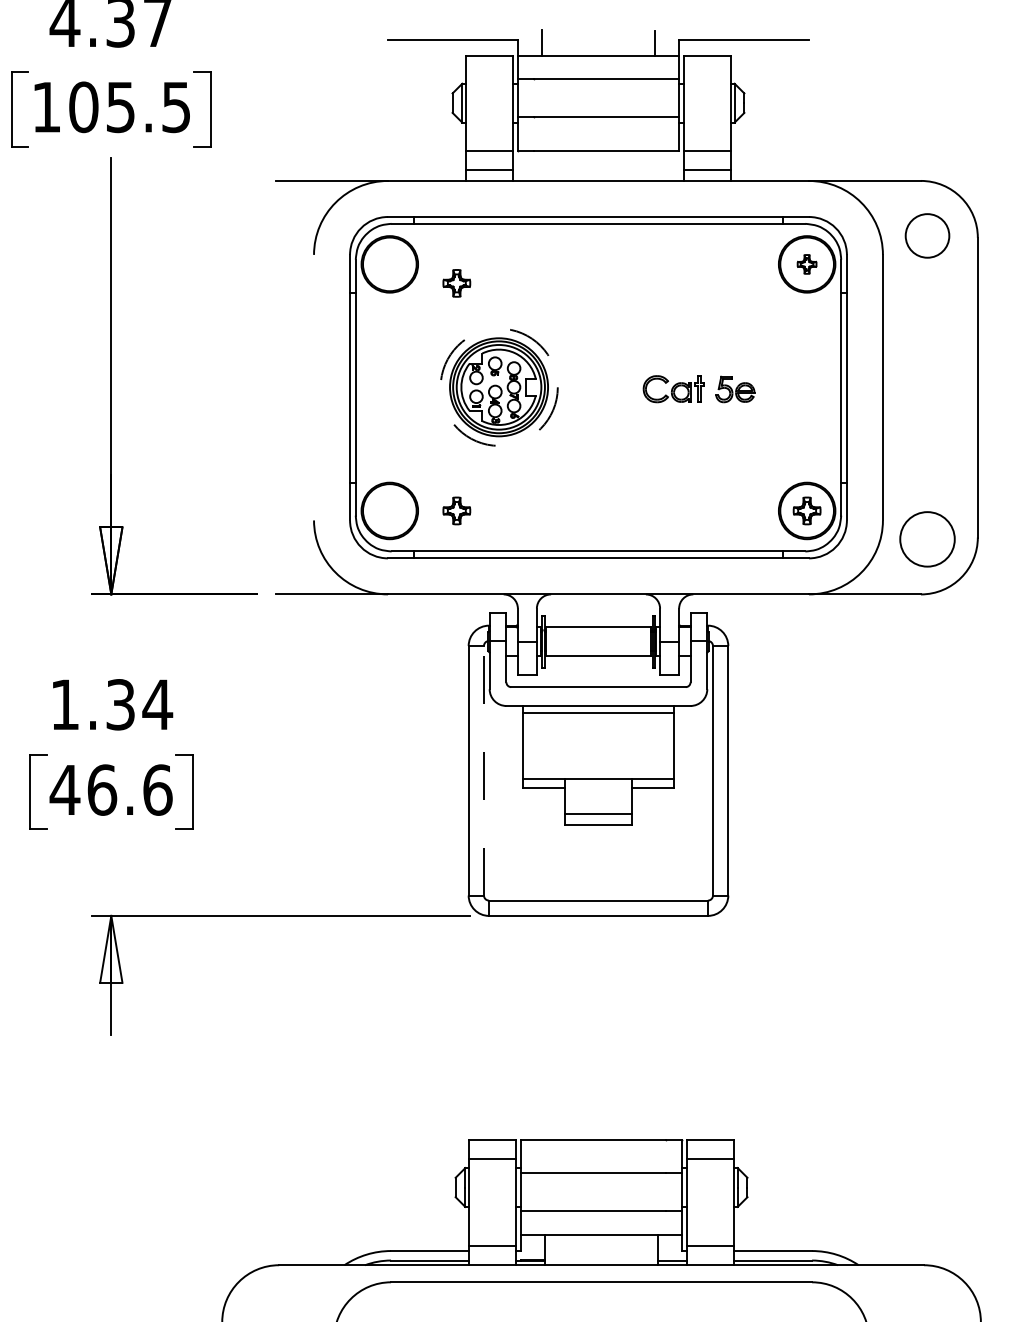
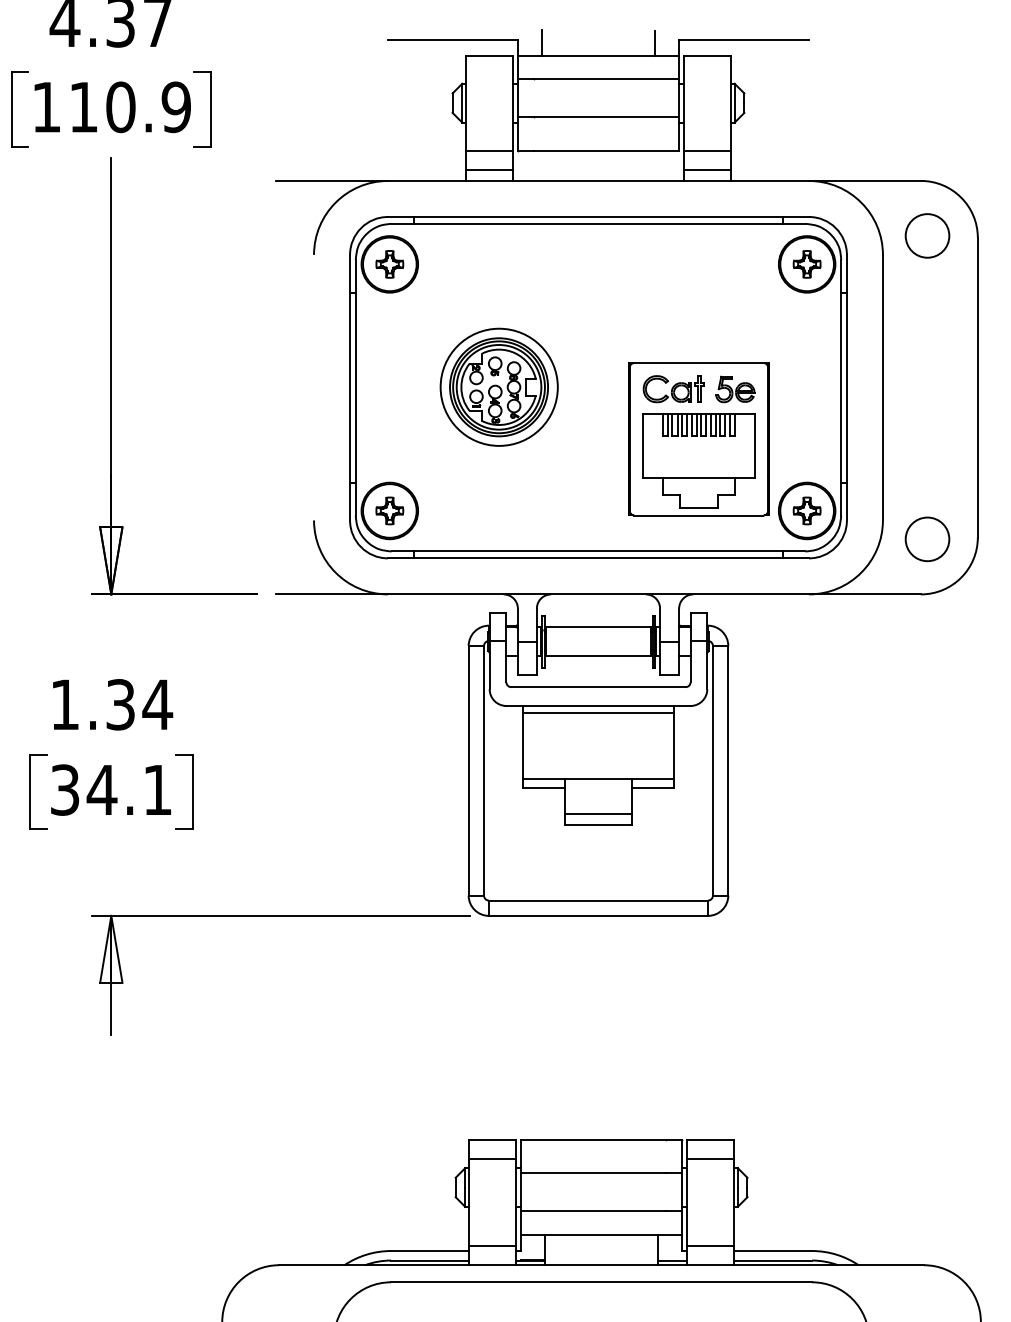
text at (129, 107): 105.5 -> 110.9
part at (806, 264) size: 22x21 px -> 30x29 px
part at (456, 283) position: (456, 283) -> (389, 264)
circle at (498, 386): dashed -> solid
part at (698, 439): none -> present
part at (456, 510) position: (456, 510) -> (389, 510)
circle at (927, 539) diameter: 55 px -> 44 px
line at (483, 770): dashed -> solid
text at (110, 789): 46.6 -> 34.1
